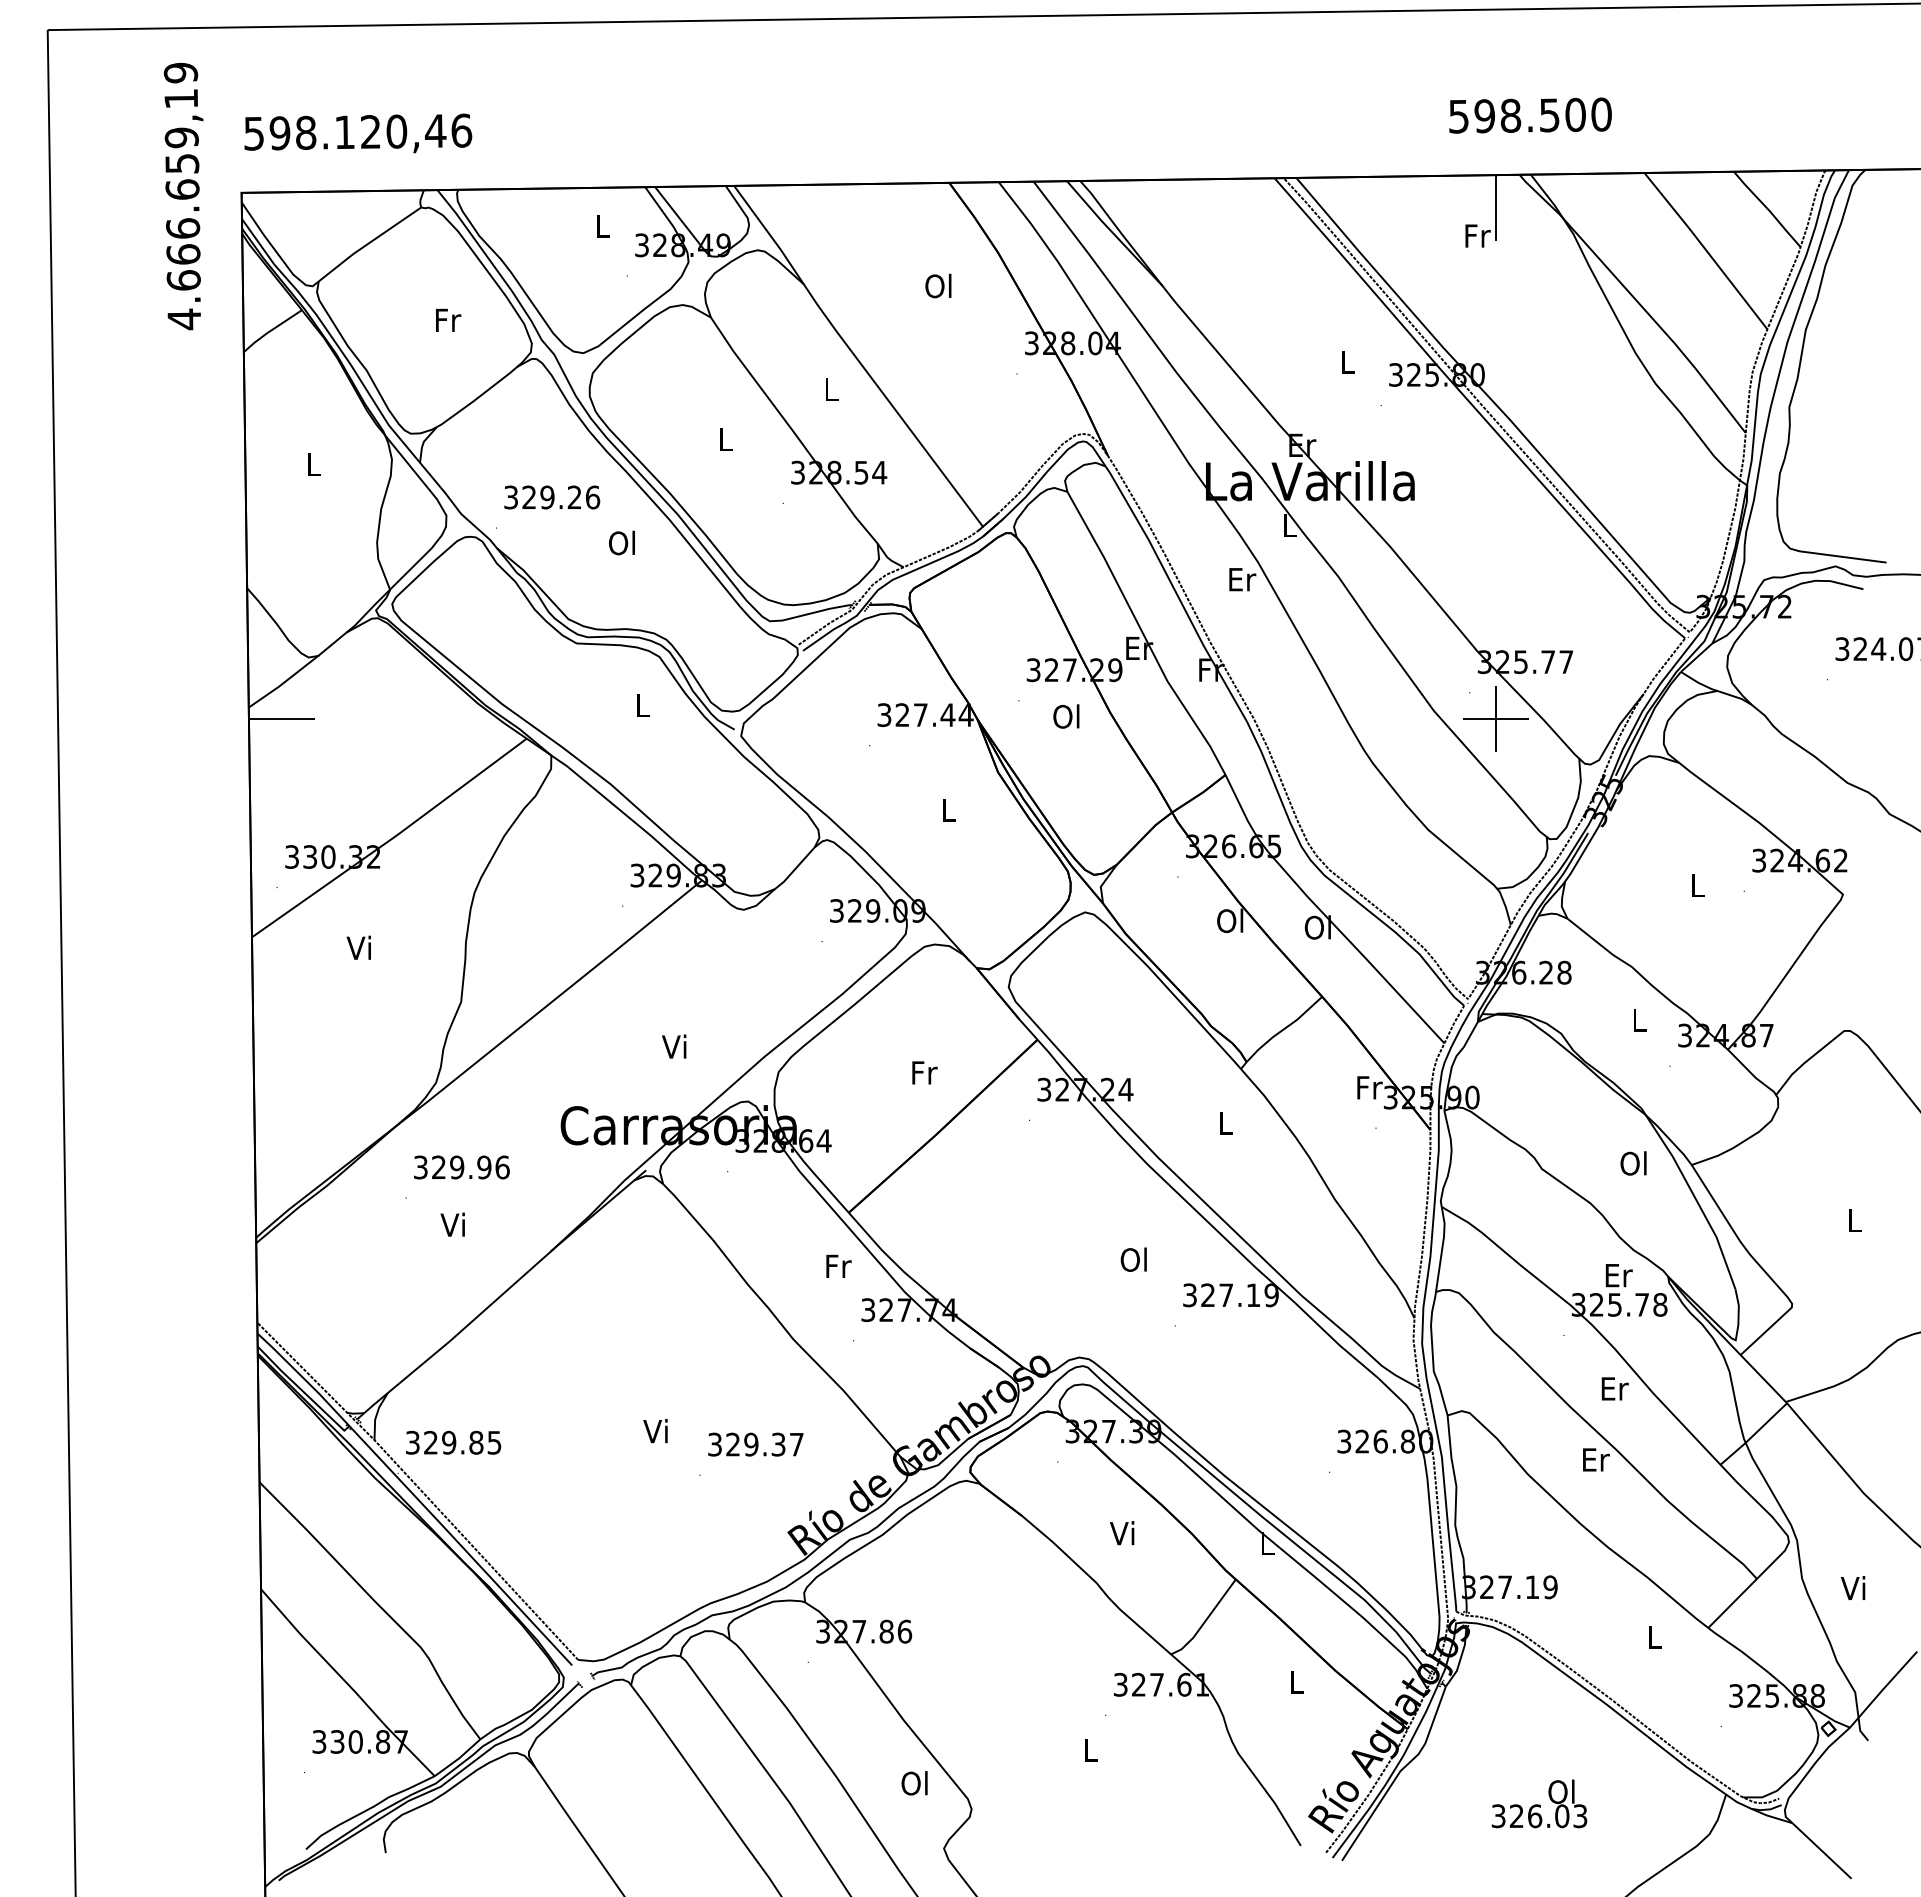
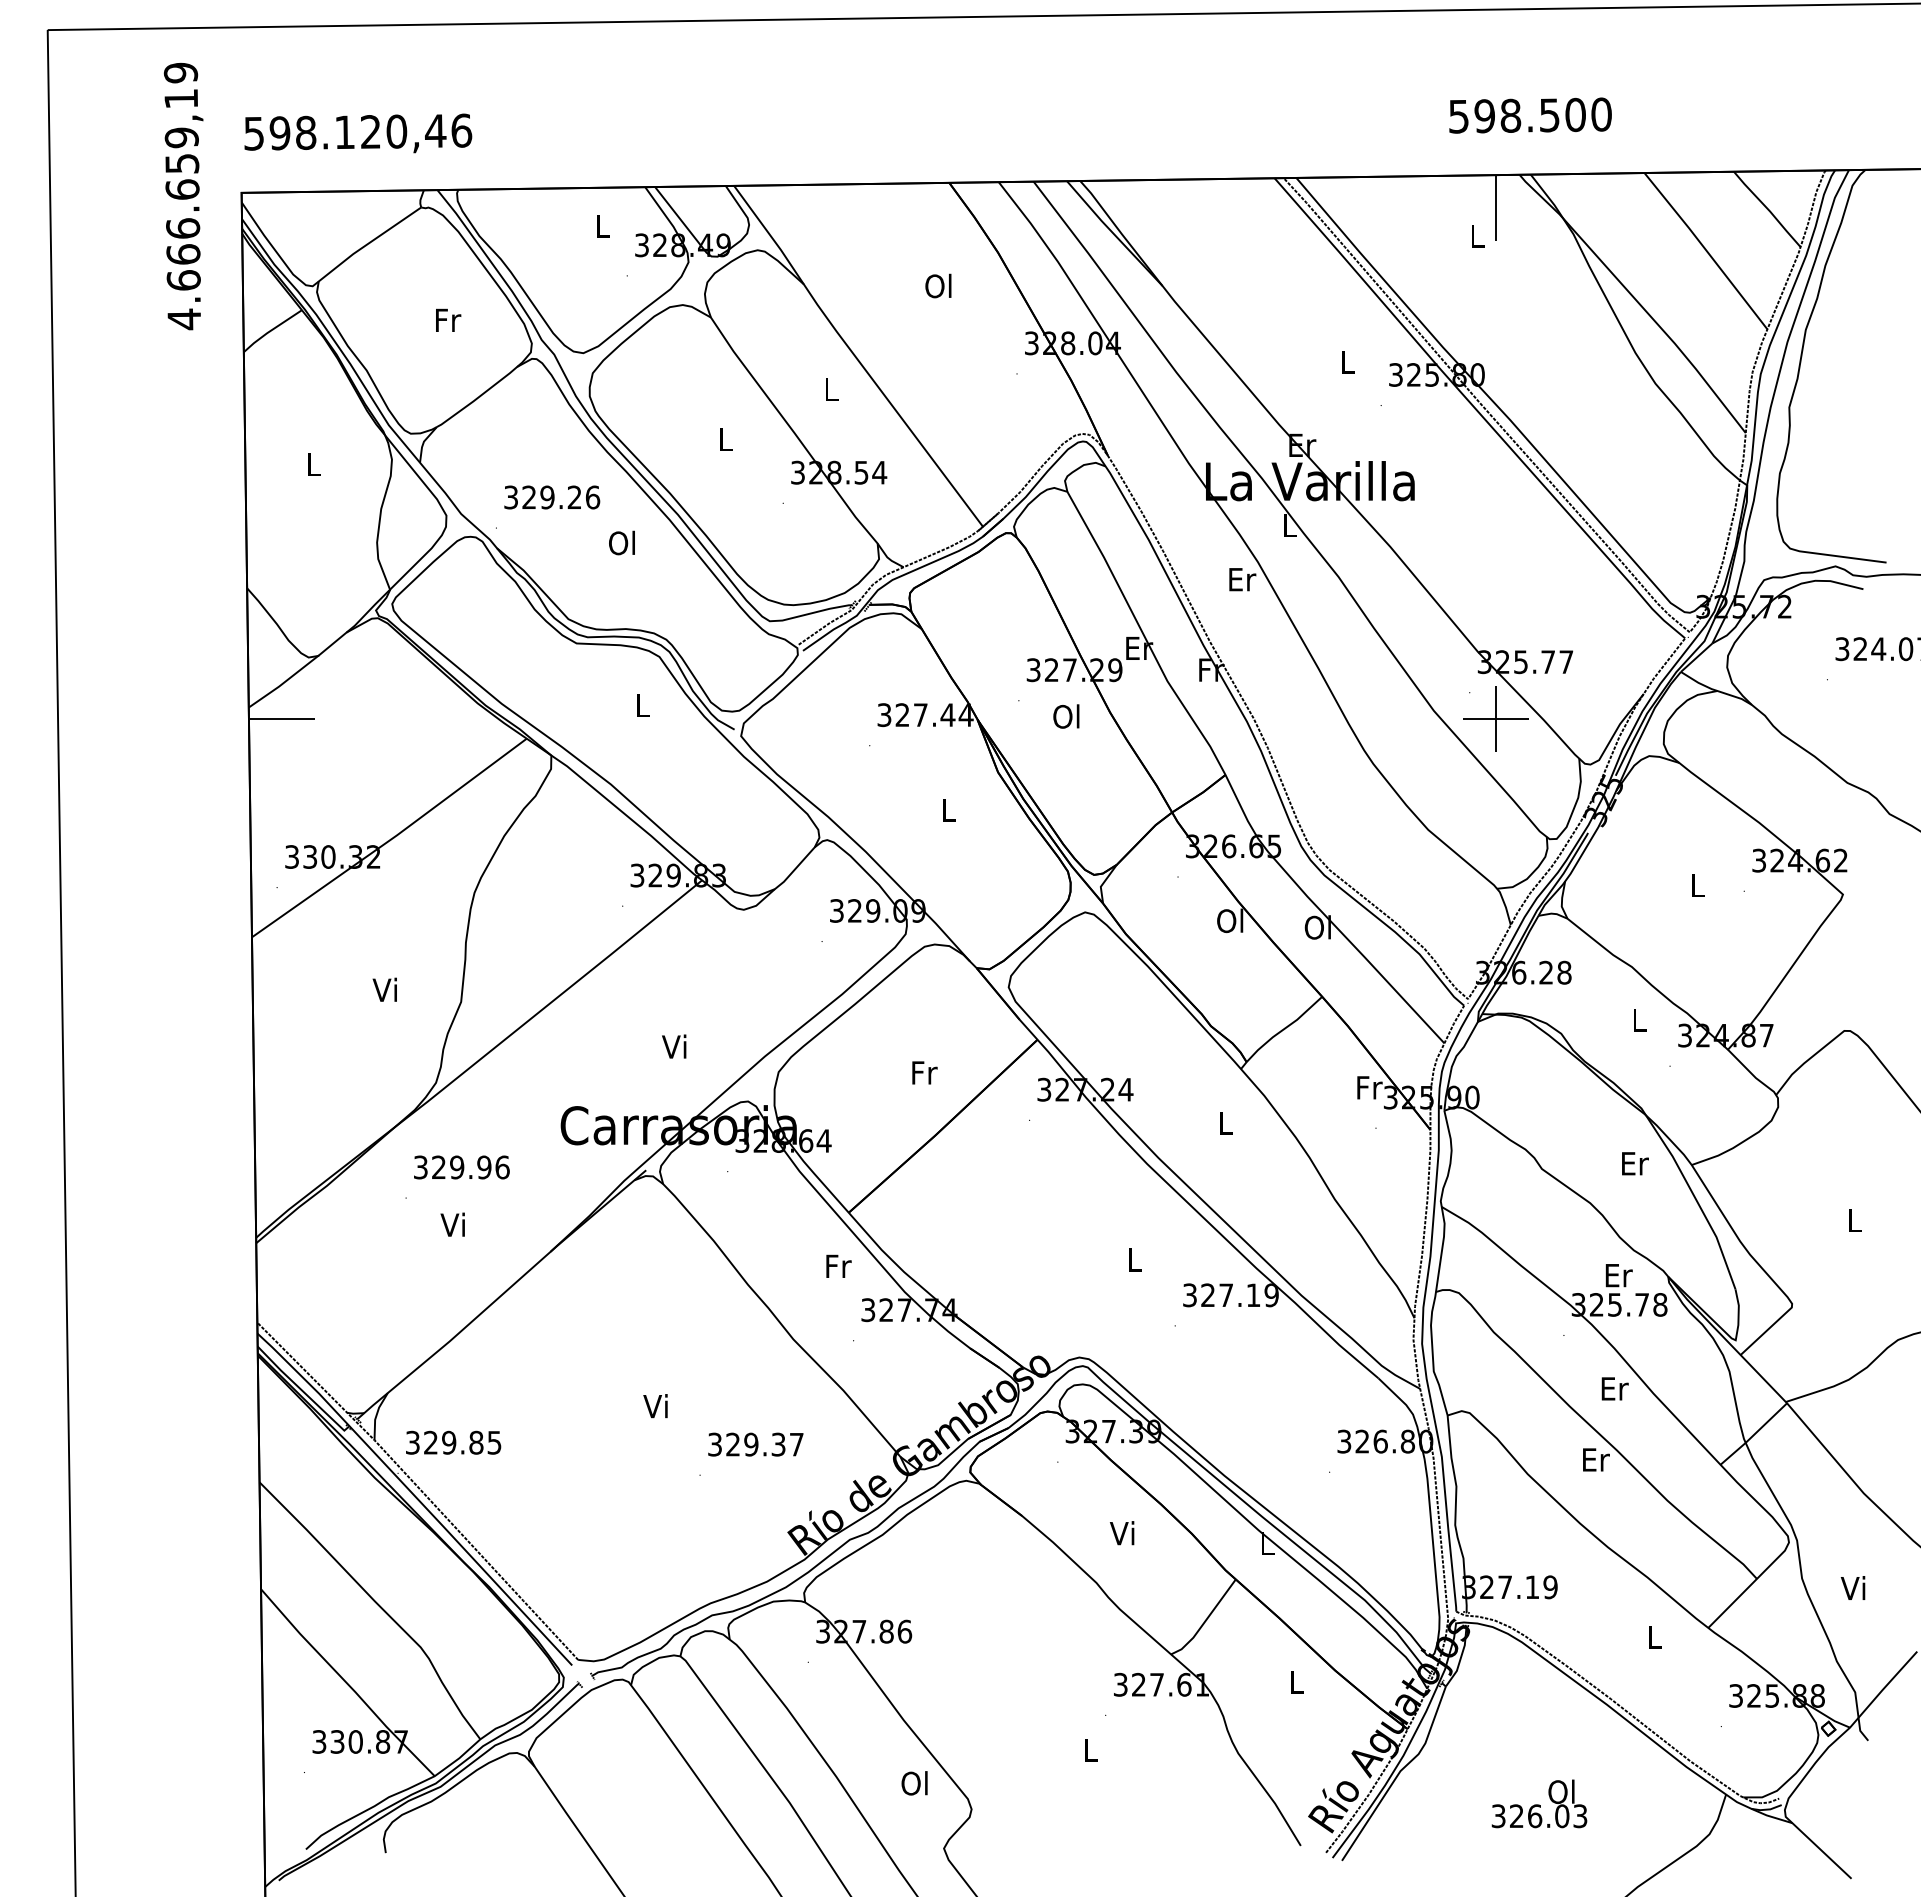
text at (1477, 235): Fr -> L
text at (358, 947) position: (358, 947) -> (384, 989)
text at (1634, 1163): Ol -> Er
text at (1133, 1259): Ol -> L
text at (655, 1431) position: (655, 1431) -> (655, 1406)
